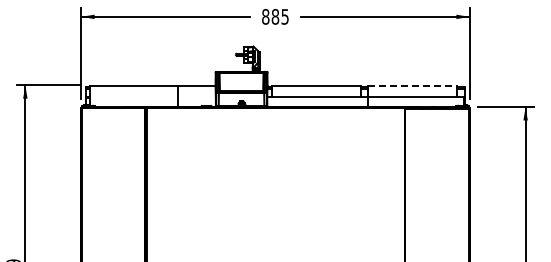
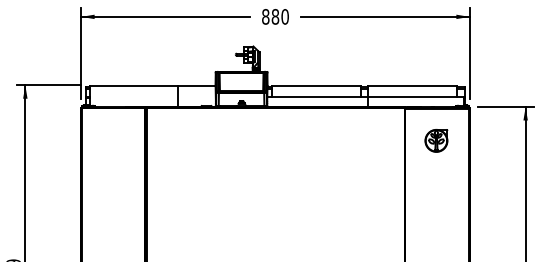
text at (284, 16): 885 -> 880
line at (412, 85): dashed -> solid
part at (436, 140): none -> present
